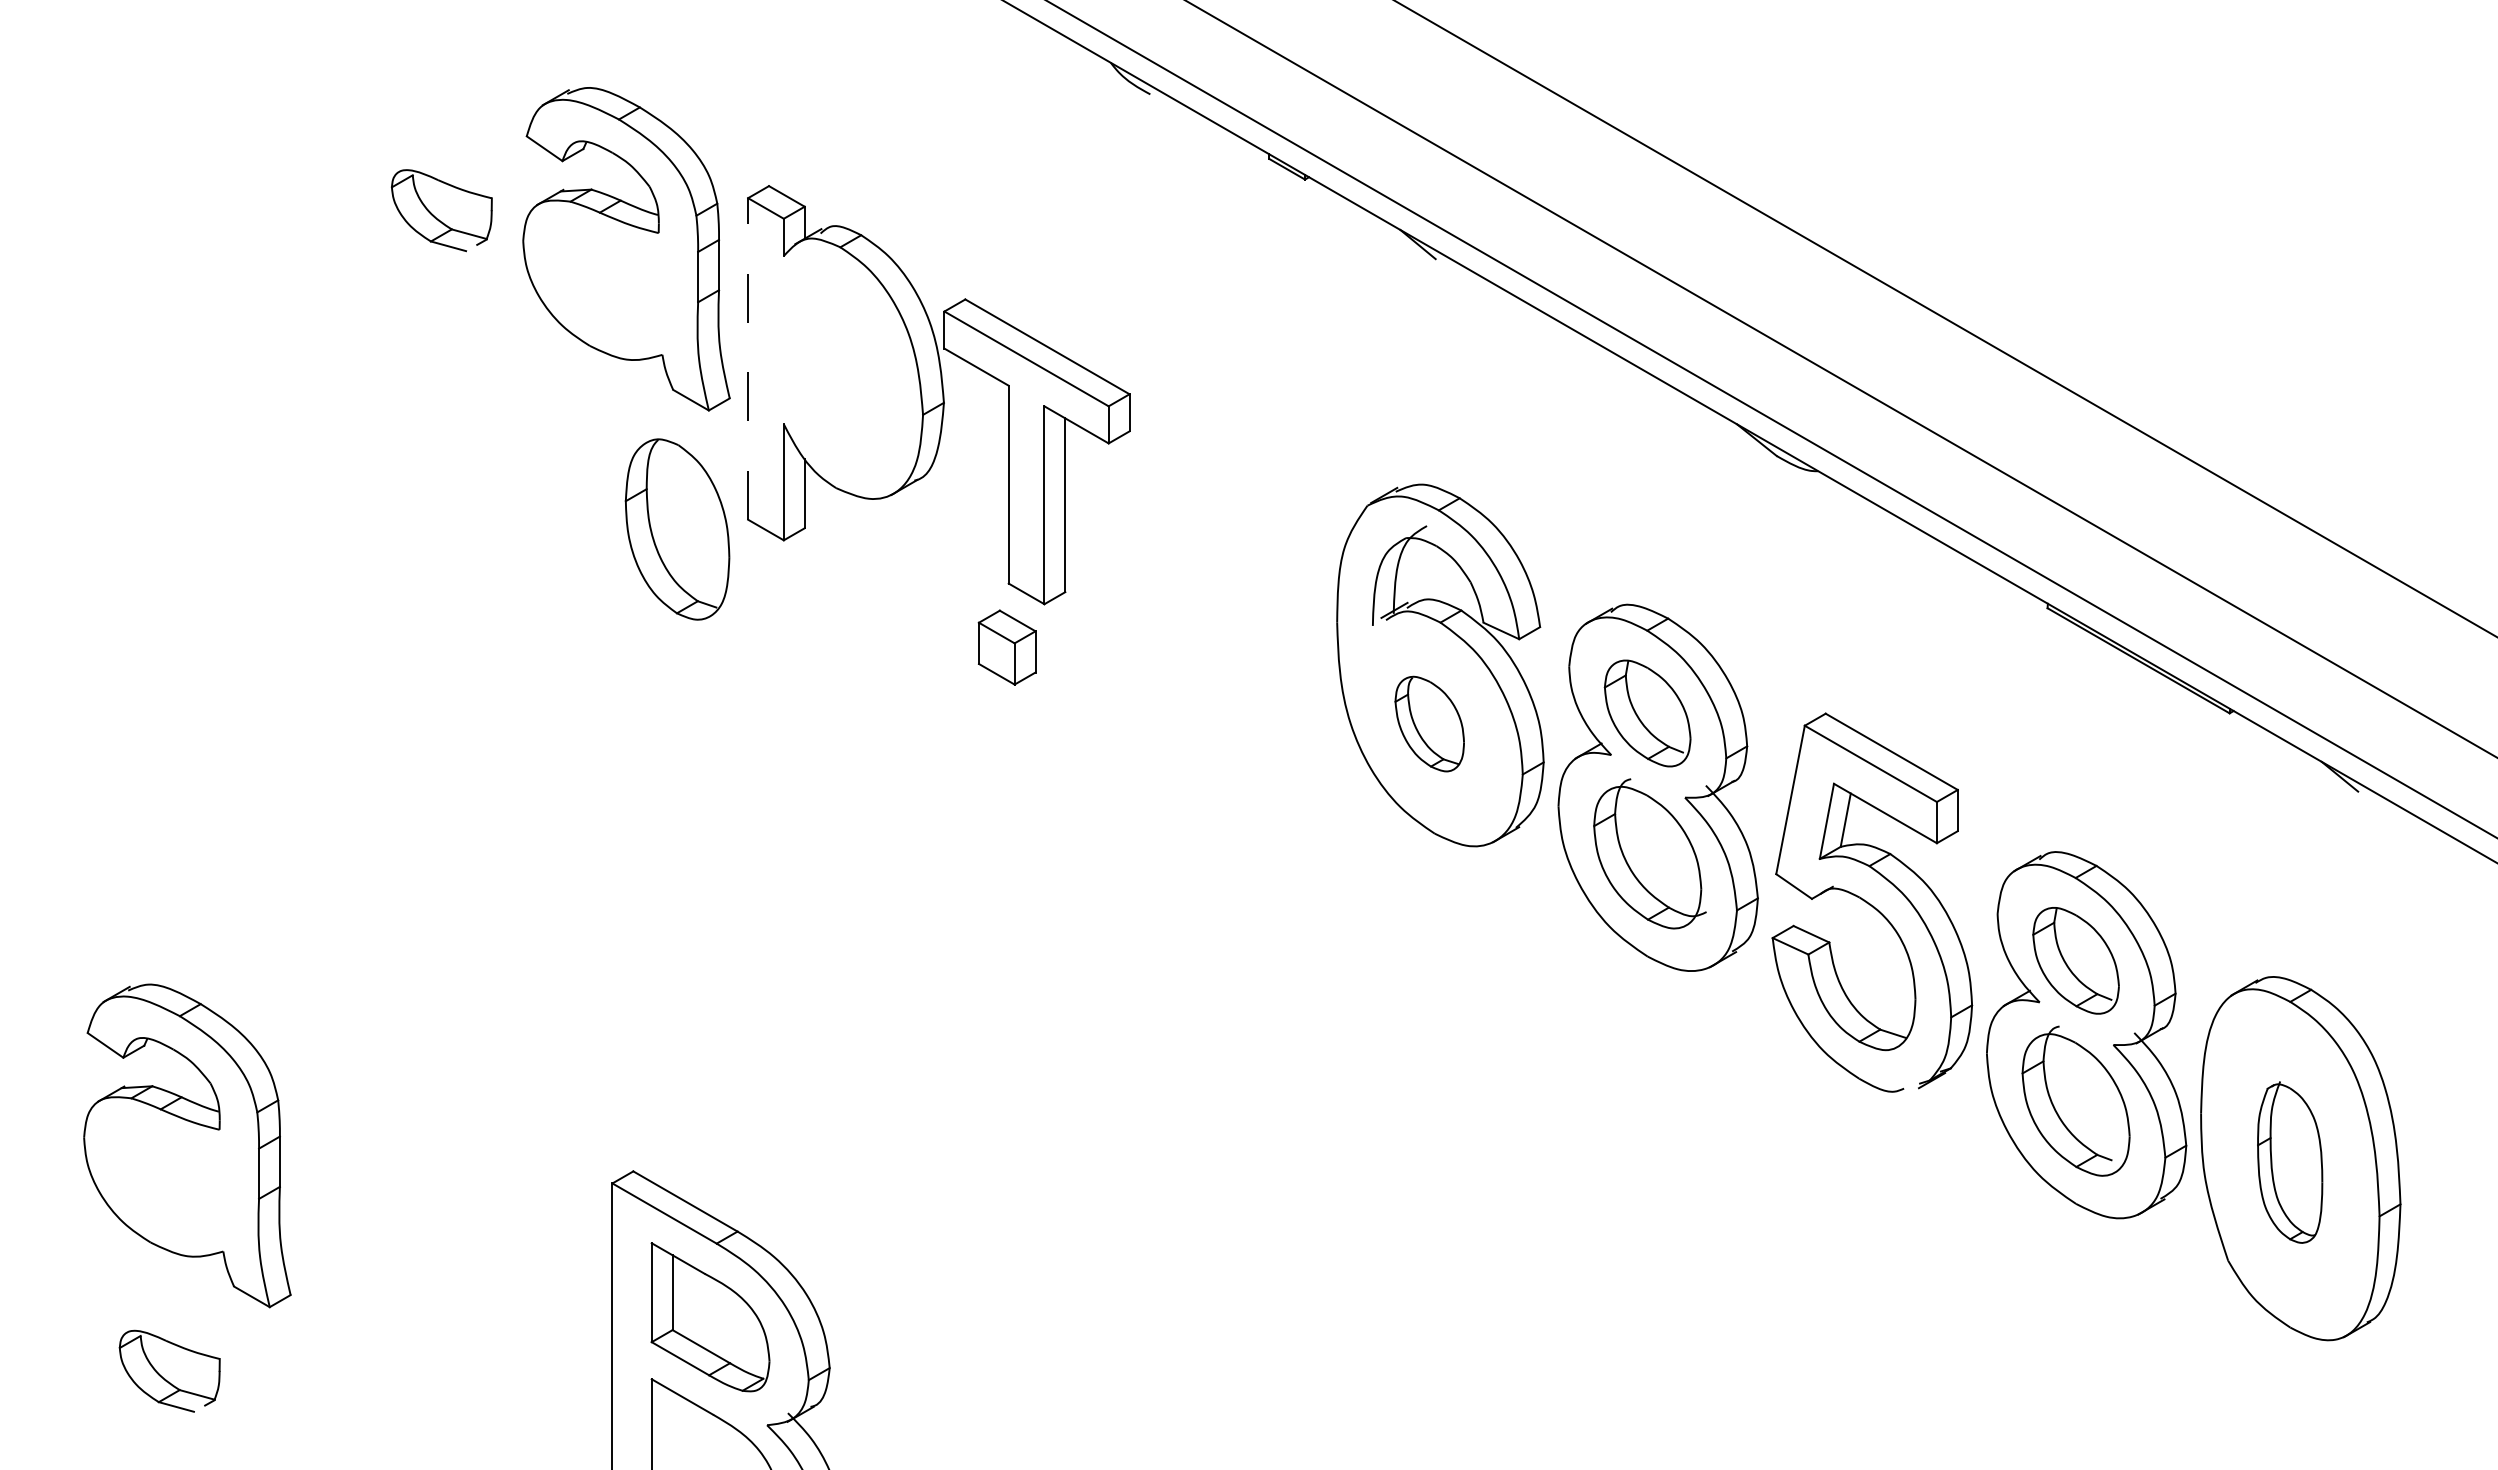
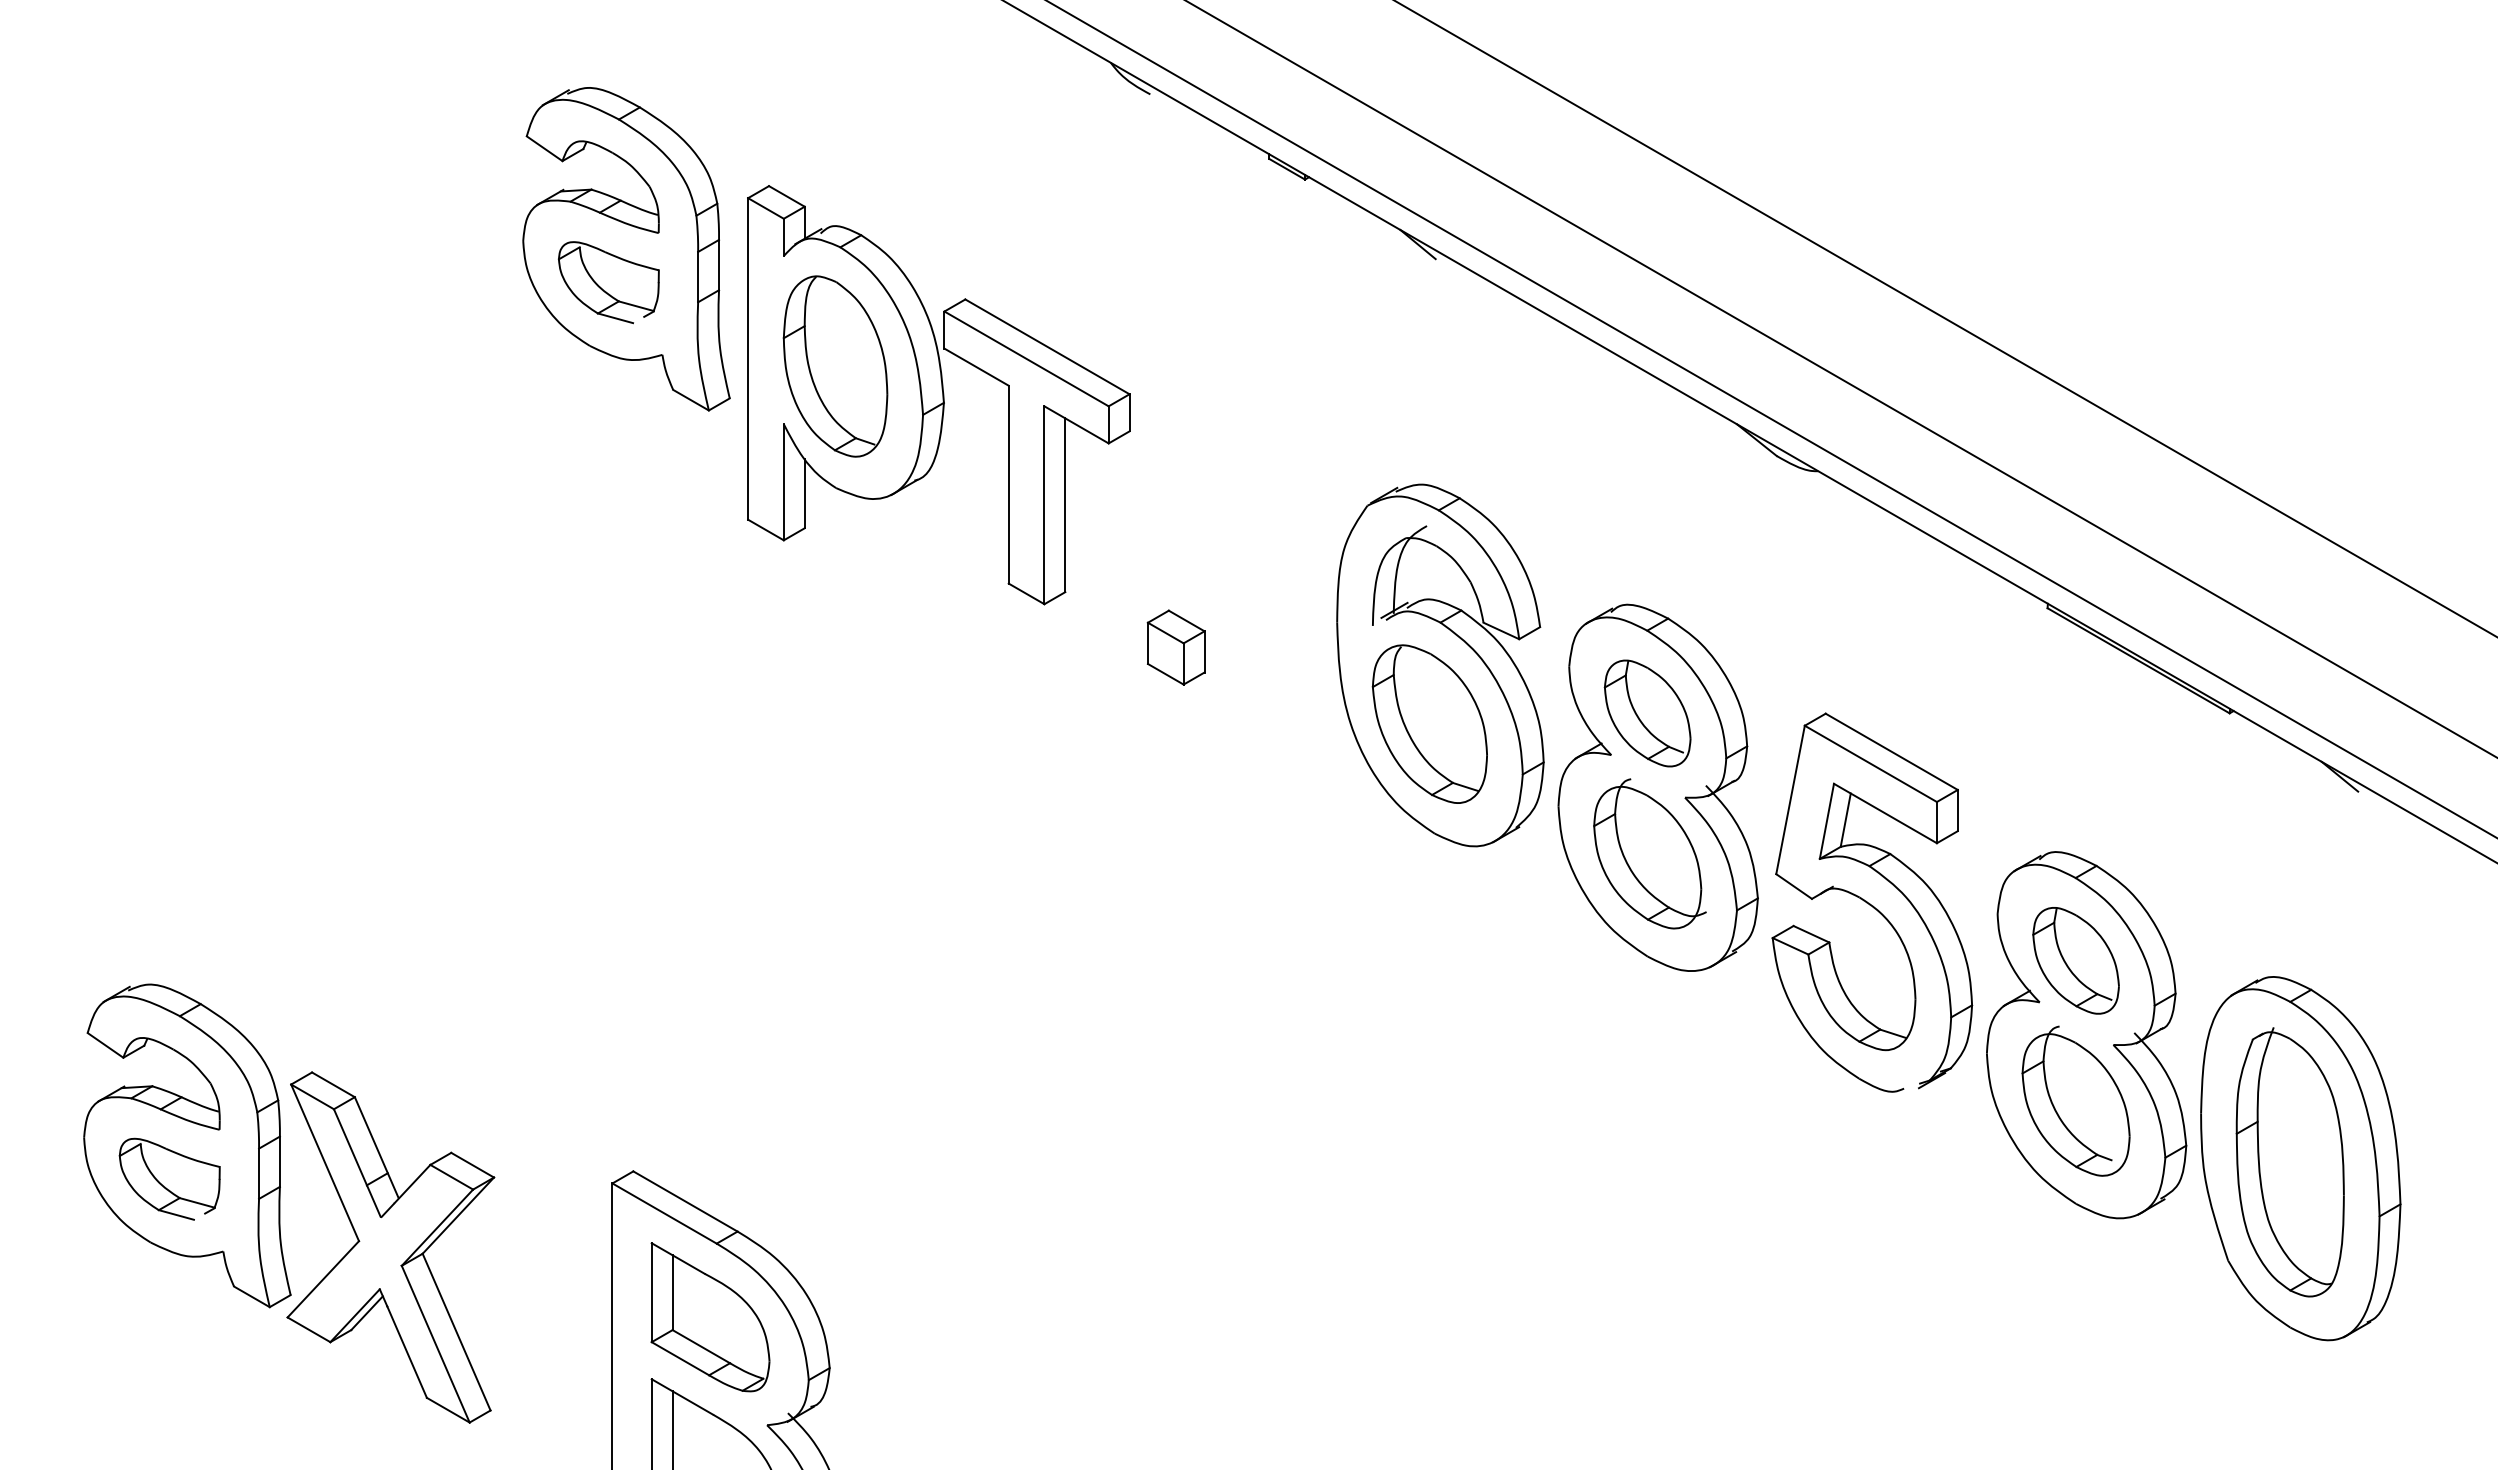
part at (441, 210) position: (441, 210) -> (608, 282)
line at (748, 358): dashed -> solid
part at (677, 529) position: (677, 529) -> (835, 366)
part at (1006, 647) position: (1006, 647) -> (1175, 647)
part at (1429, 723) size: 71x98 px -> 117x160 px
part at (2290, 1162) size: 67x163 px -> 110x271 px
part at (390, 1247): none -> present
part at (169, 1370) position: (169, 1370) -> (169, 1178)
line at (672, 1428): none -> present
